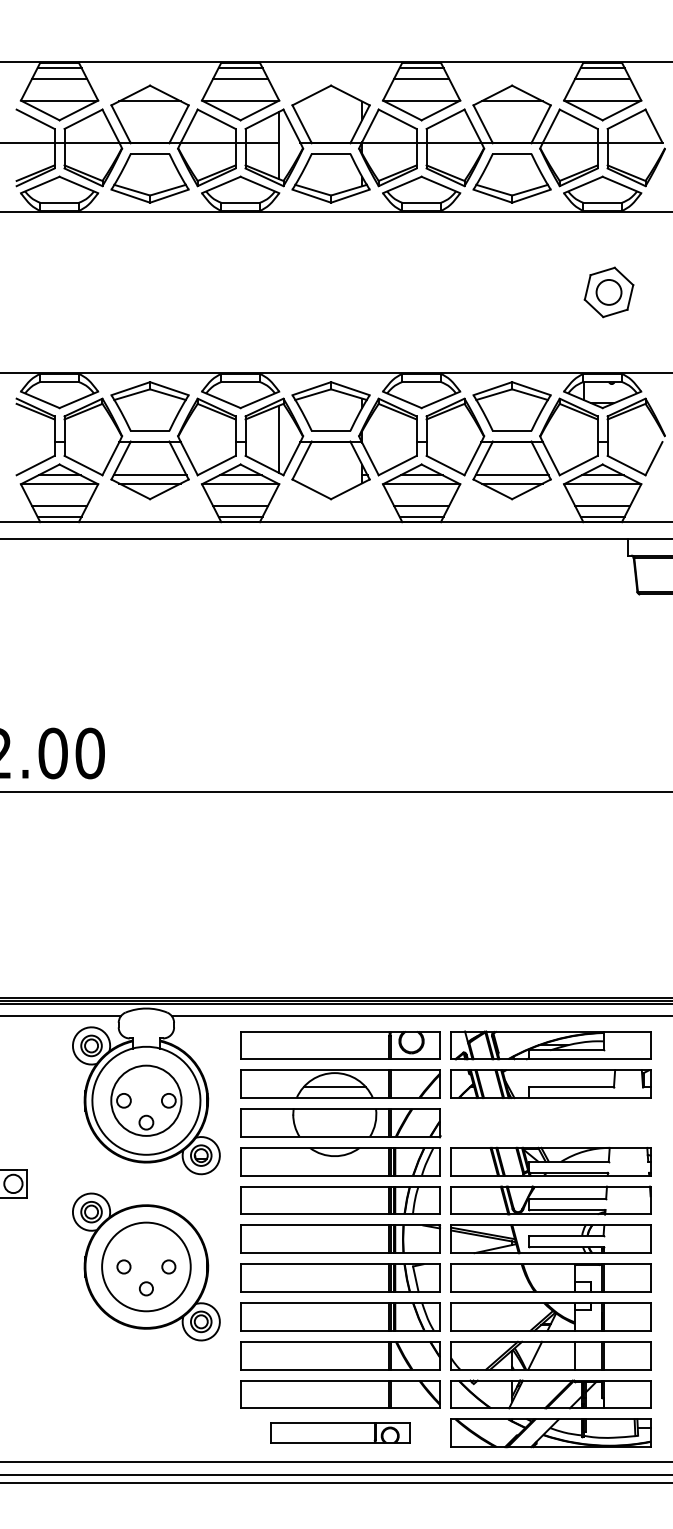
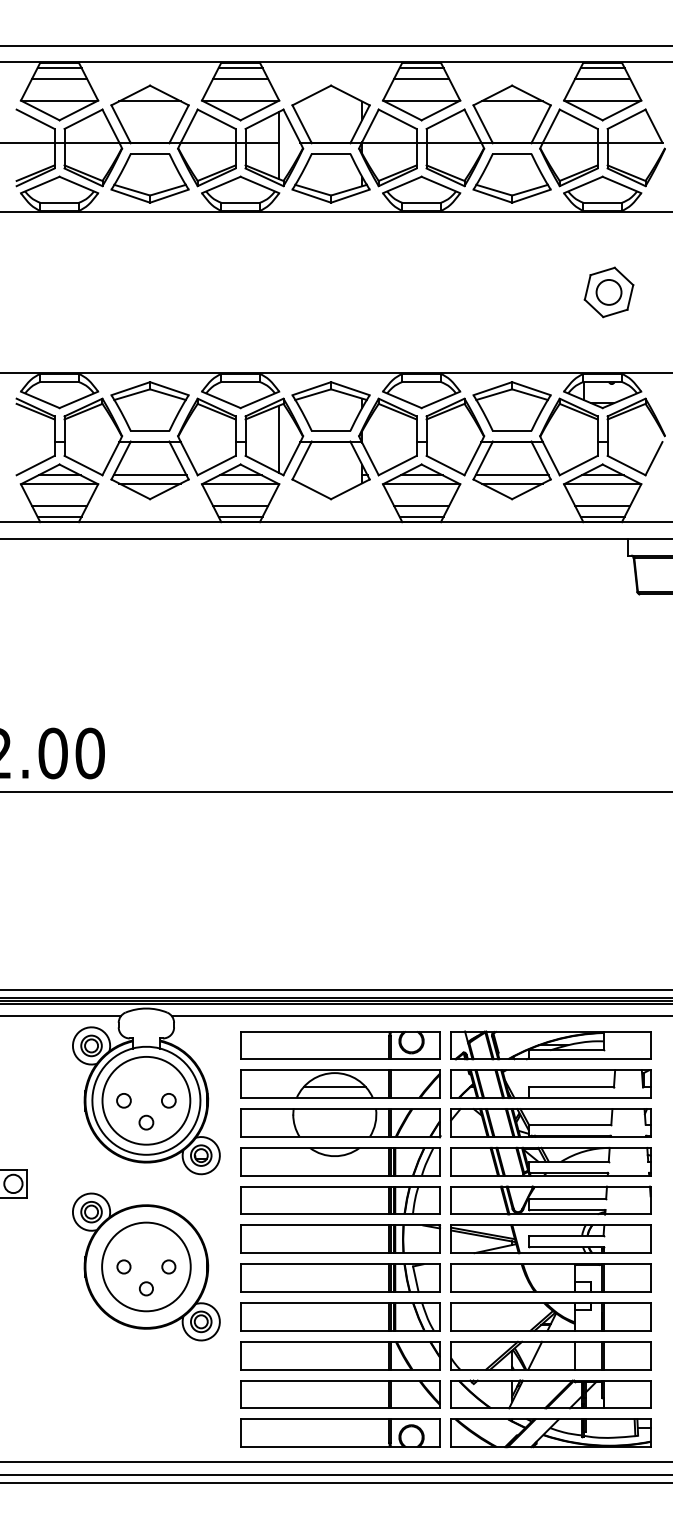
line at (335, 45): none -> present
line at (335, 989): none -> present
circle at (146, 1100) diameter: 70 px -> 88 px
part at (550, 1122): none -> present
part at (340, 1432) size: 141x22 px -> 201x30 px
